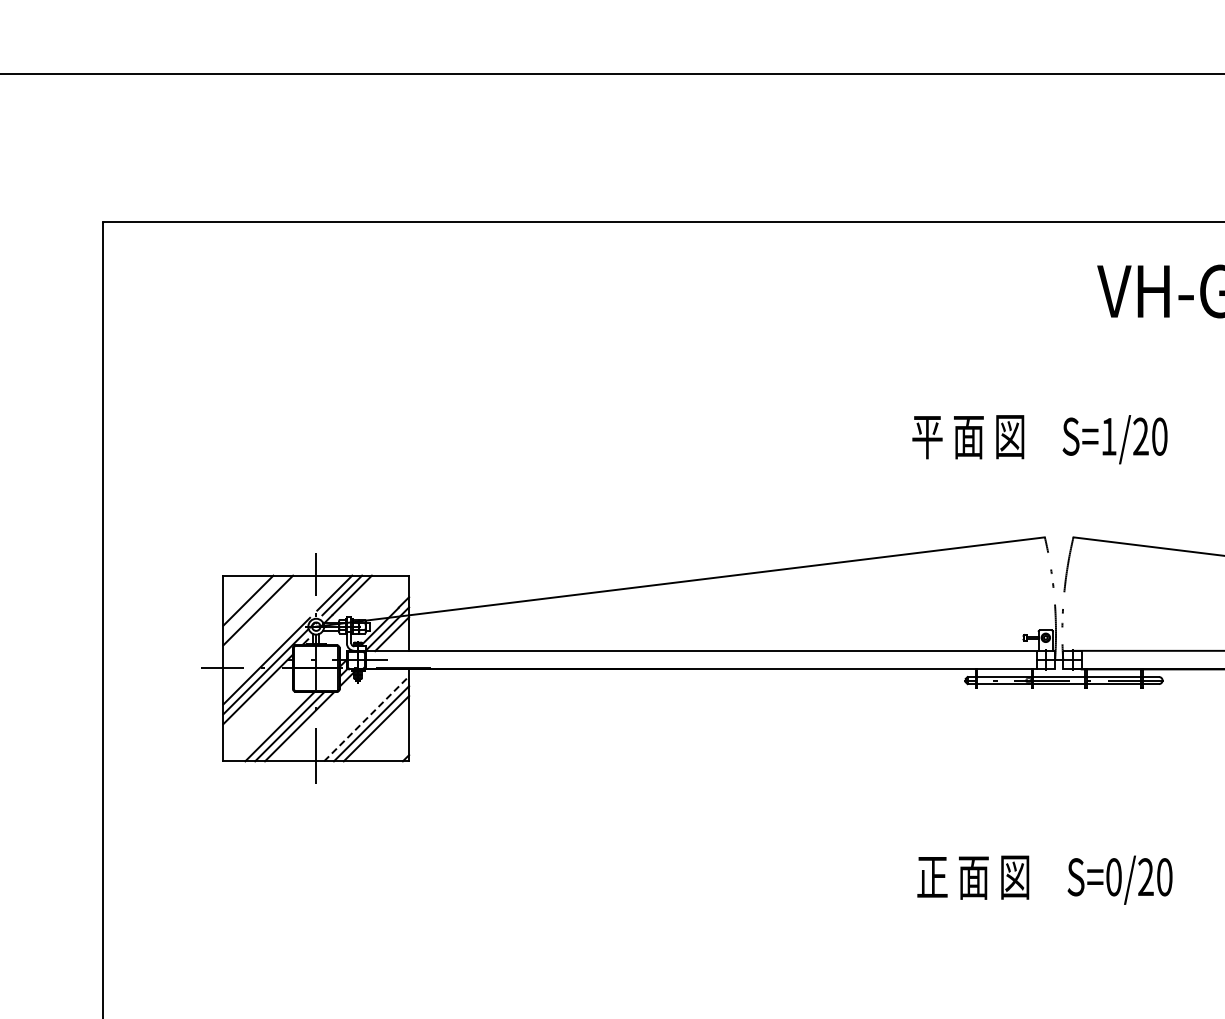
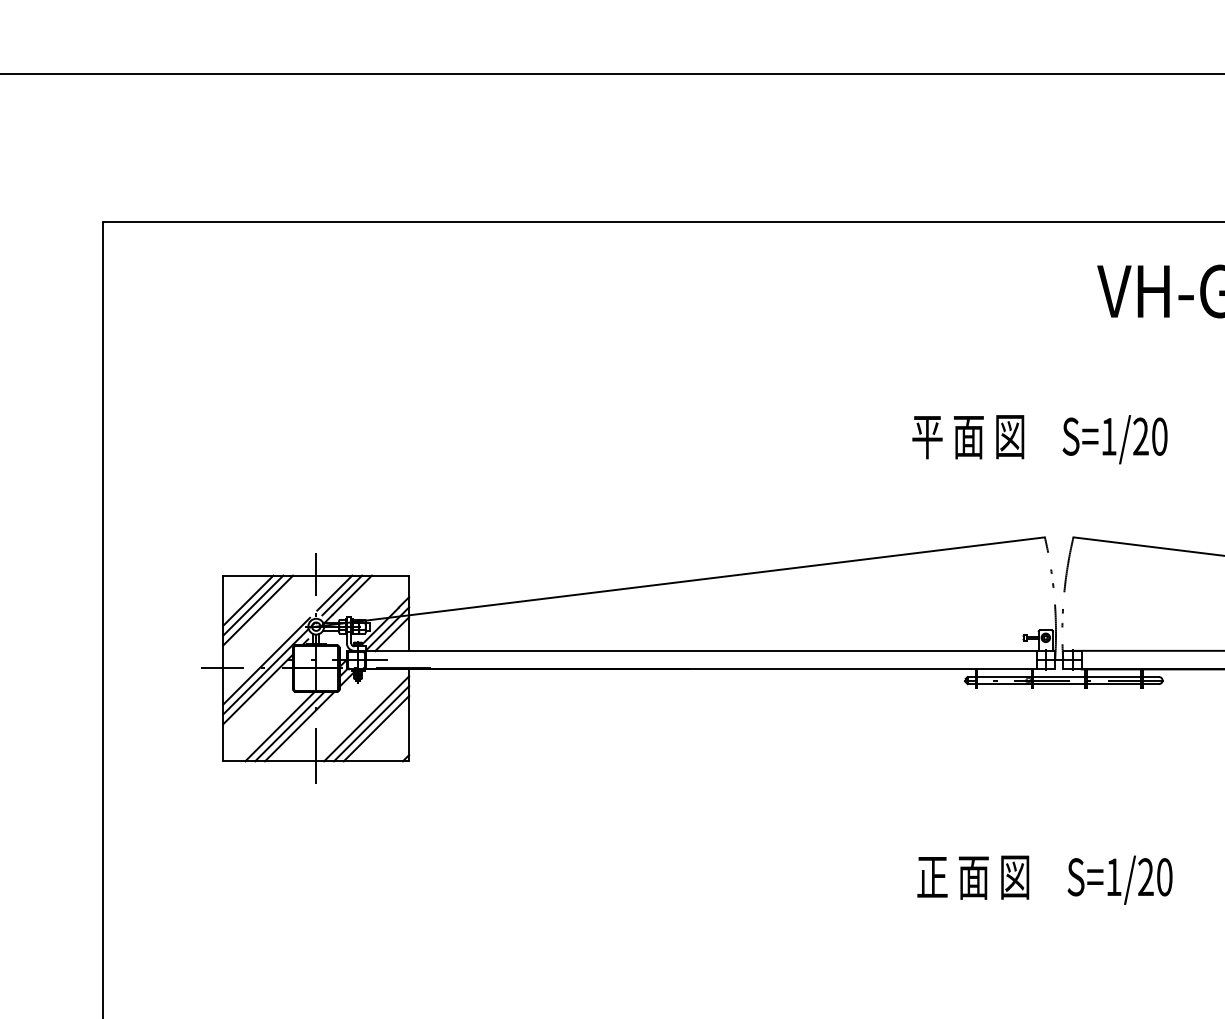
line at (253, 605): none -> present
line at (366, 718): dashed -> solid
text at (1113, 877): S=0/20 -> S=1/20
